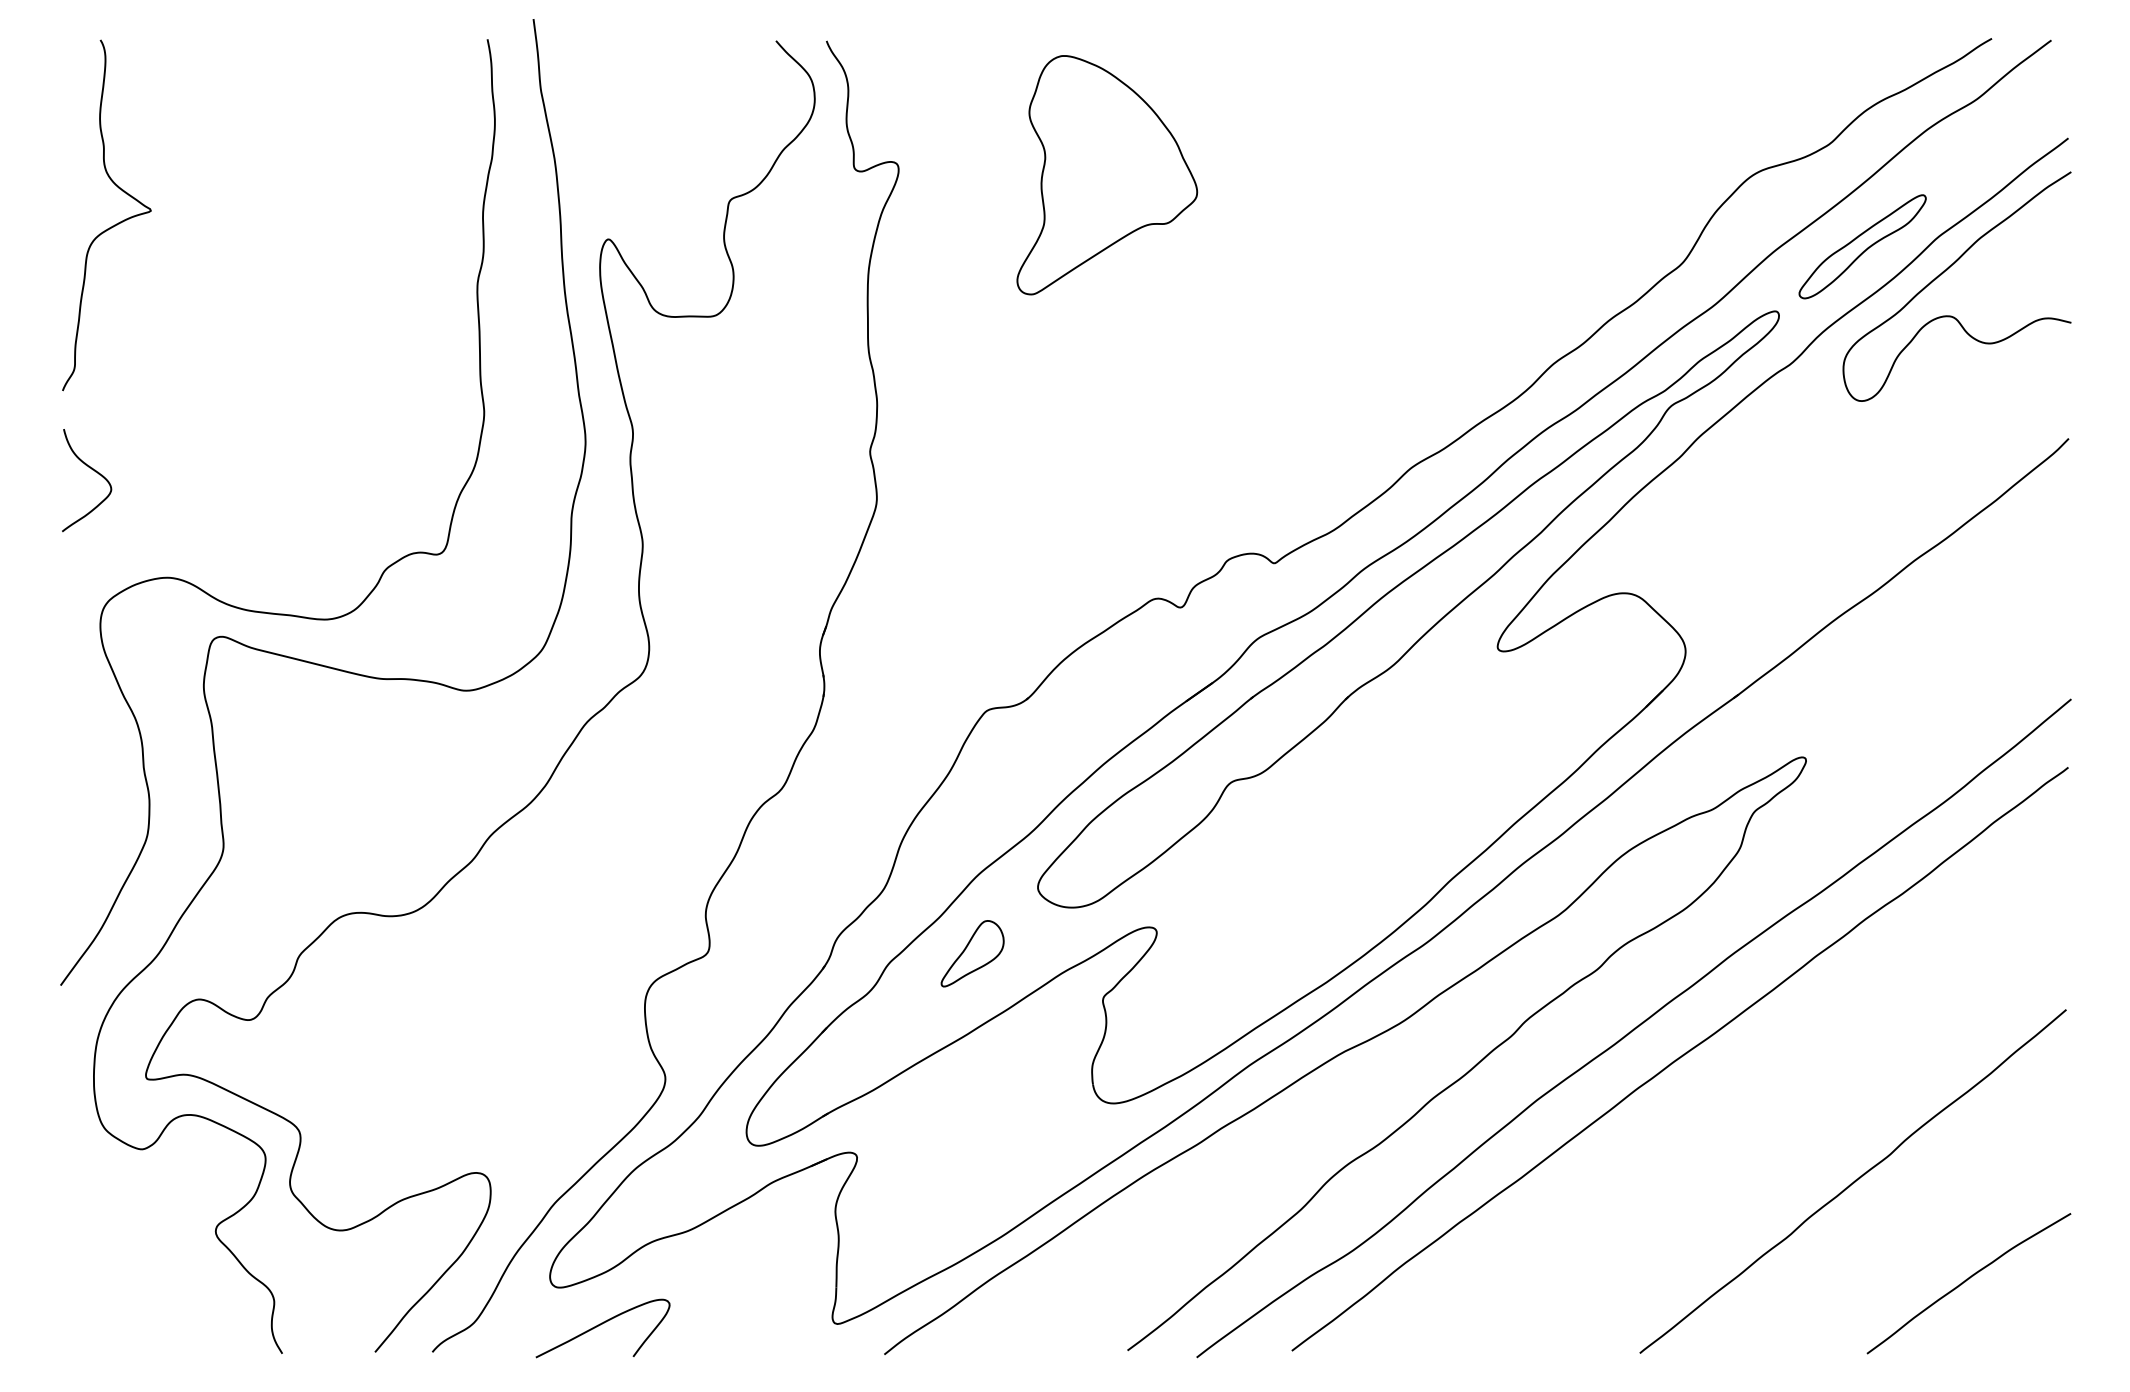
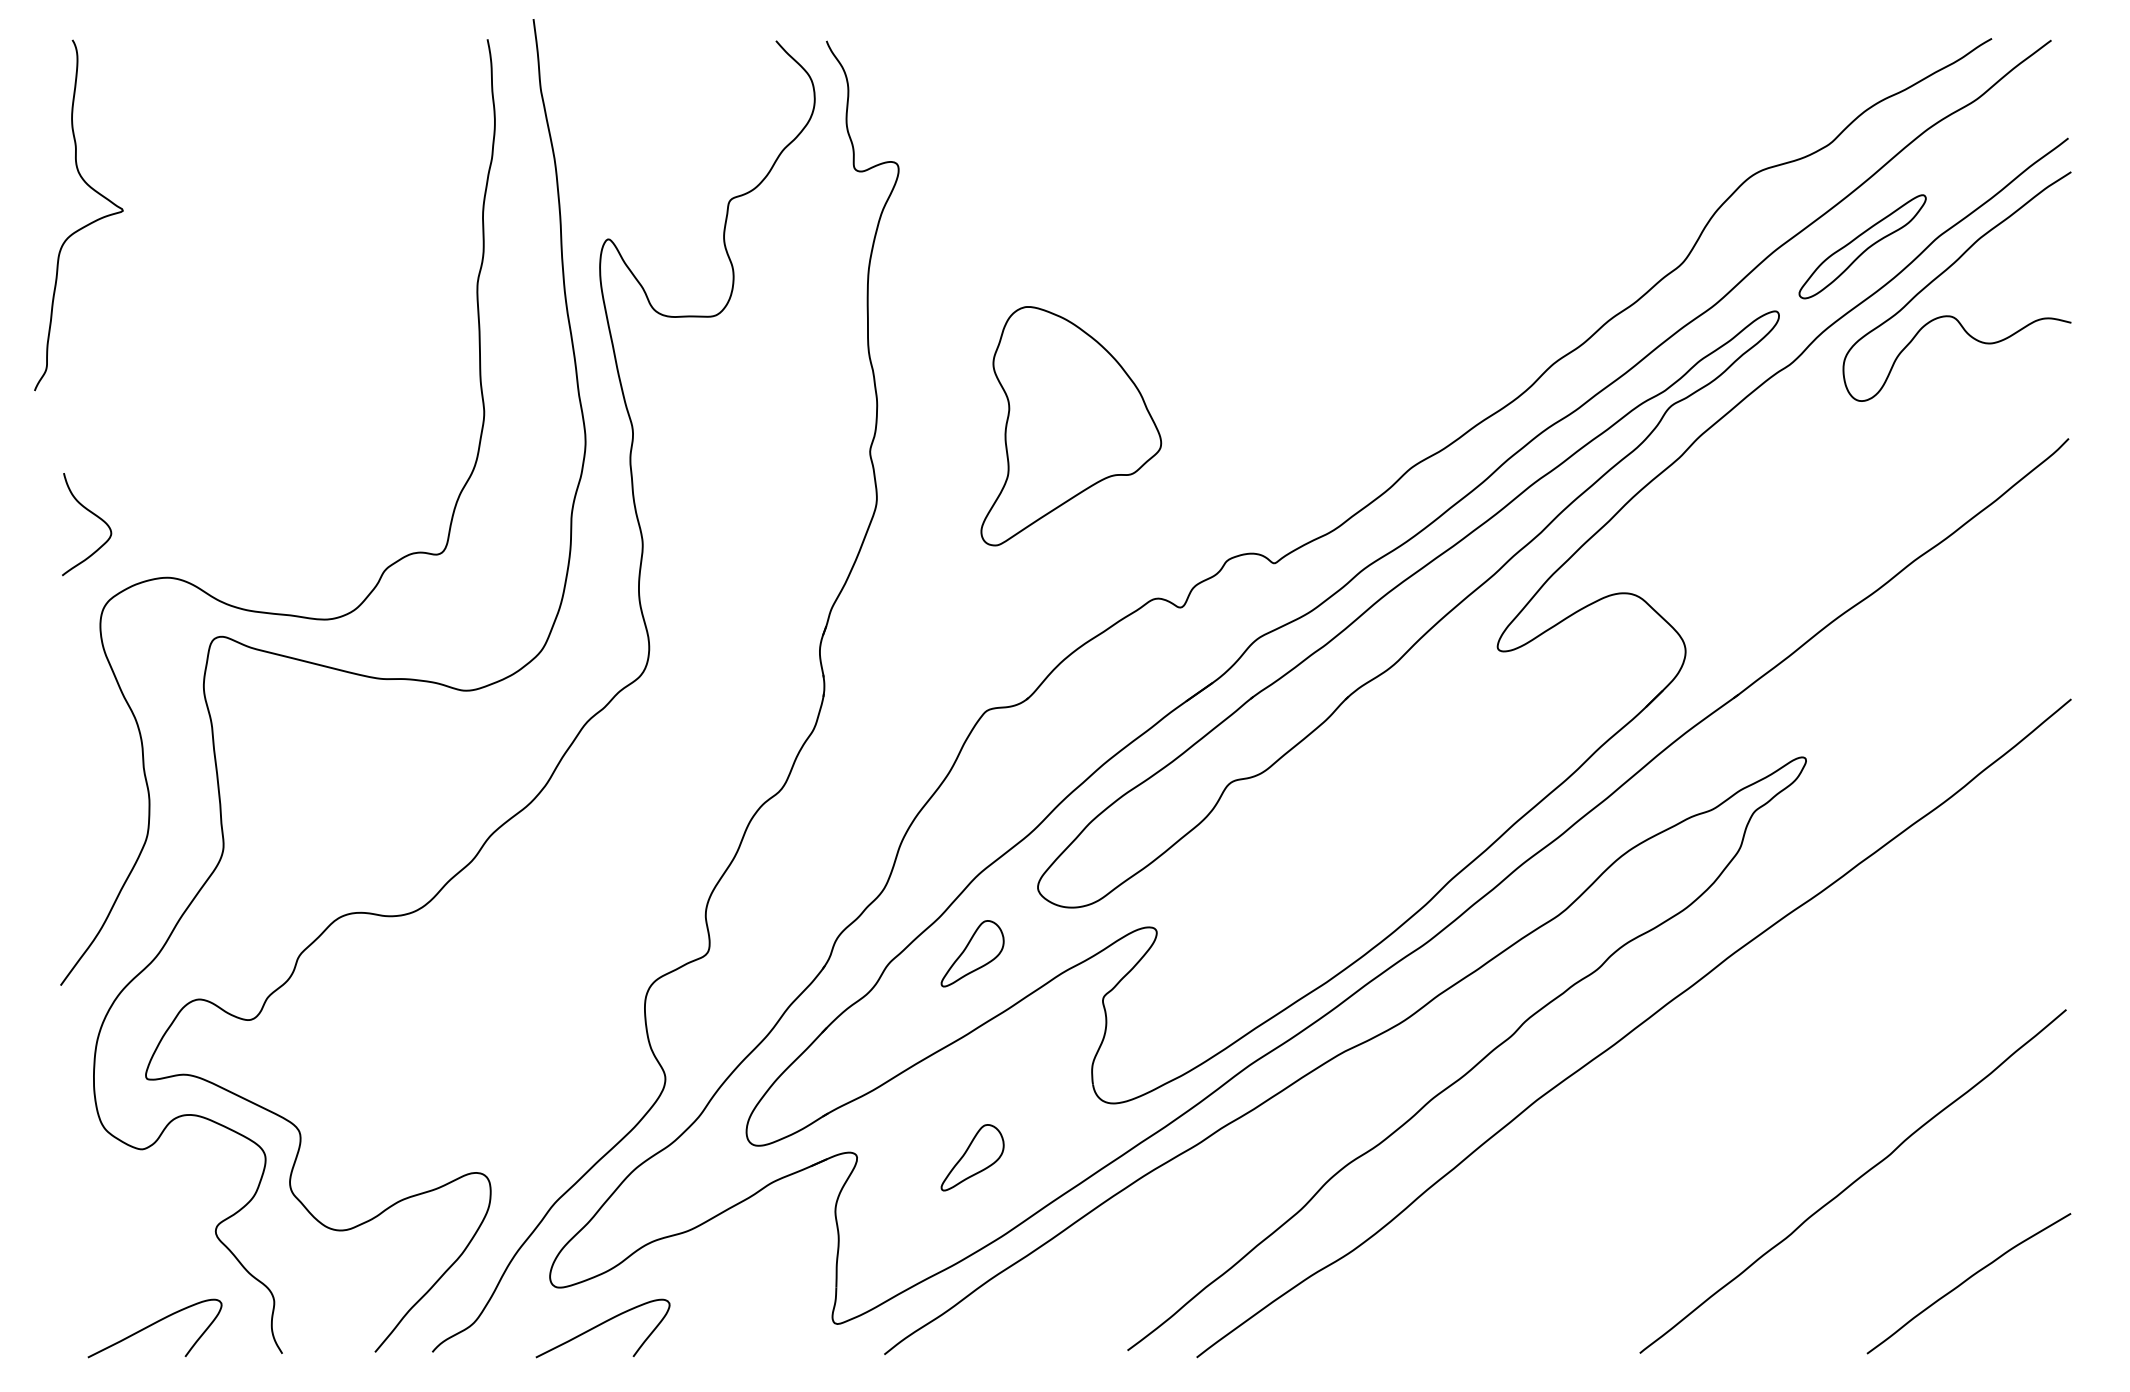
part at (1107, 175) position: (1107, 175) -> (1071, 426)
curve at (112, 225) position: (112, 225) -> (84, 225)
curve at (92, 470) position: (92, 470) -> (92, 514)
curve at (1679, 1059): present -> none
part at (972, 1157): none -> present
curve at (152, 1325): none -> present
